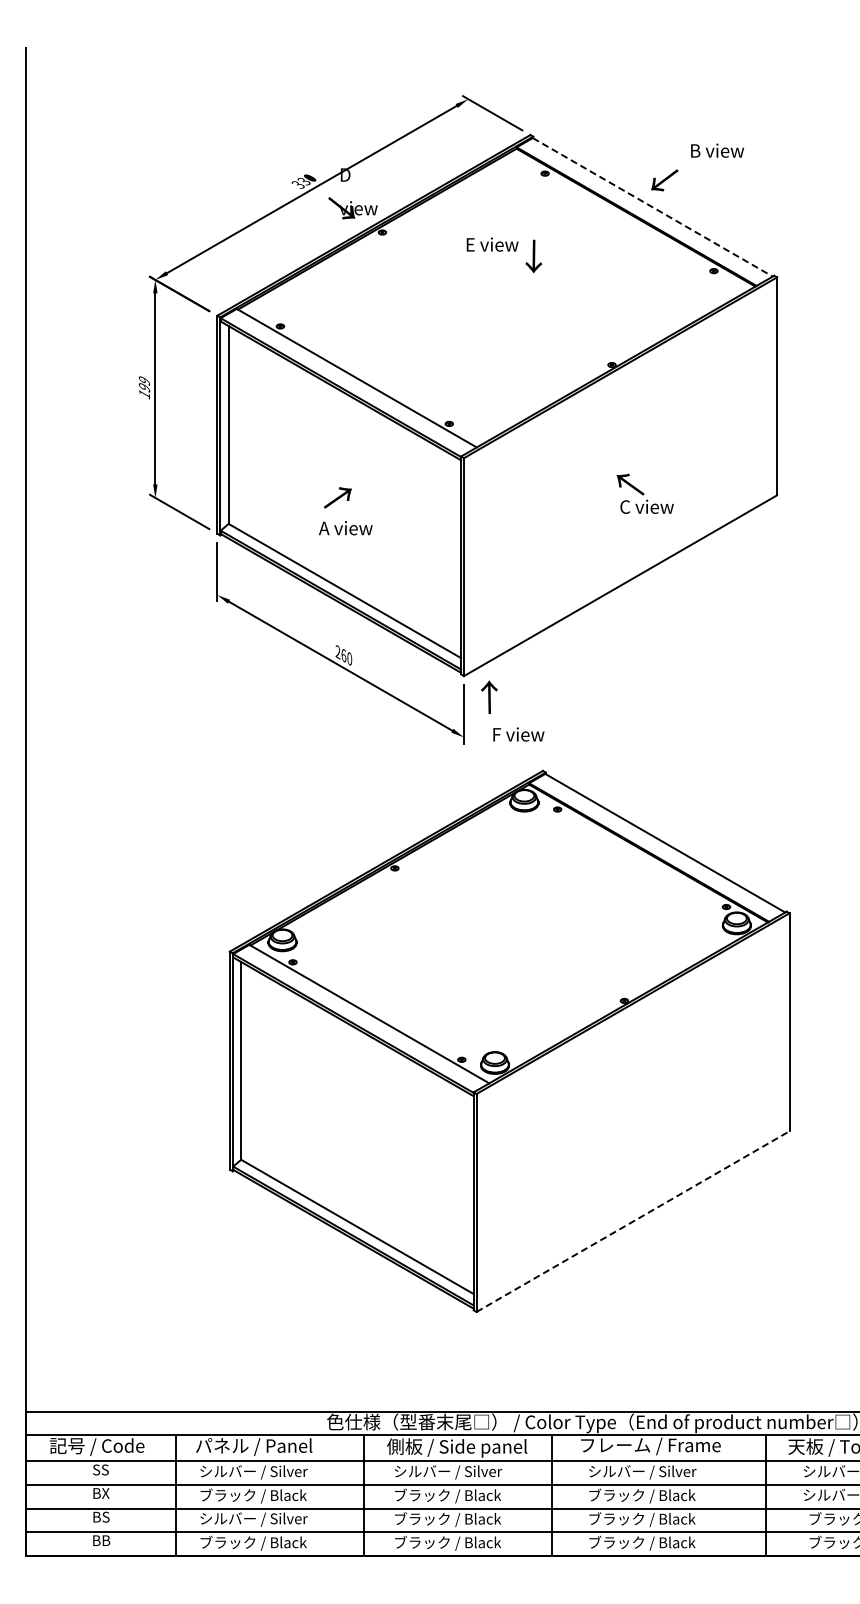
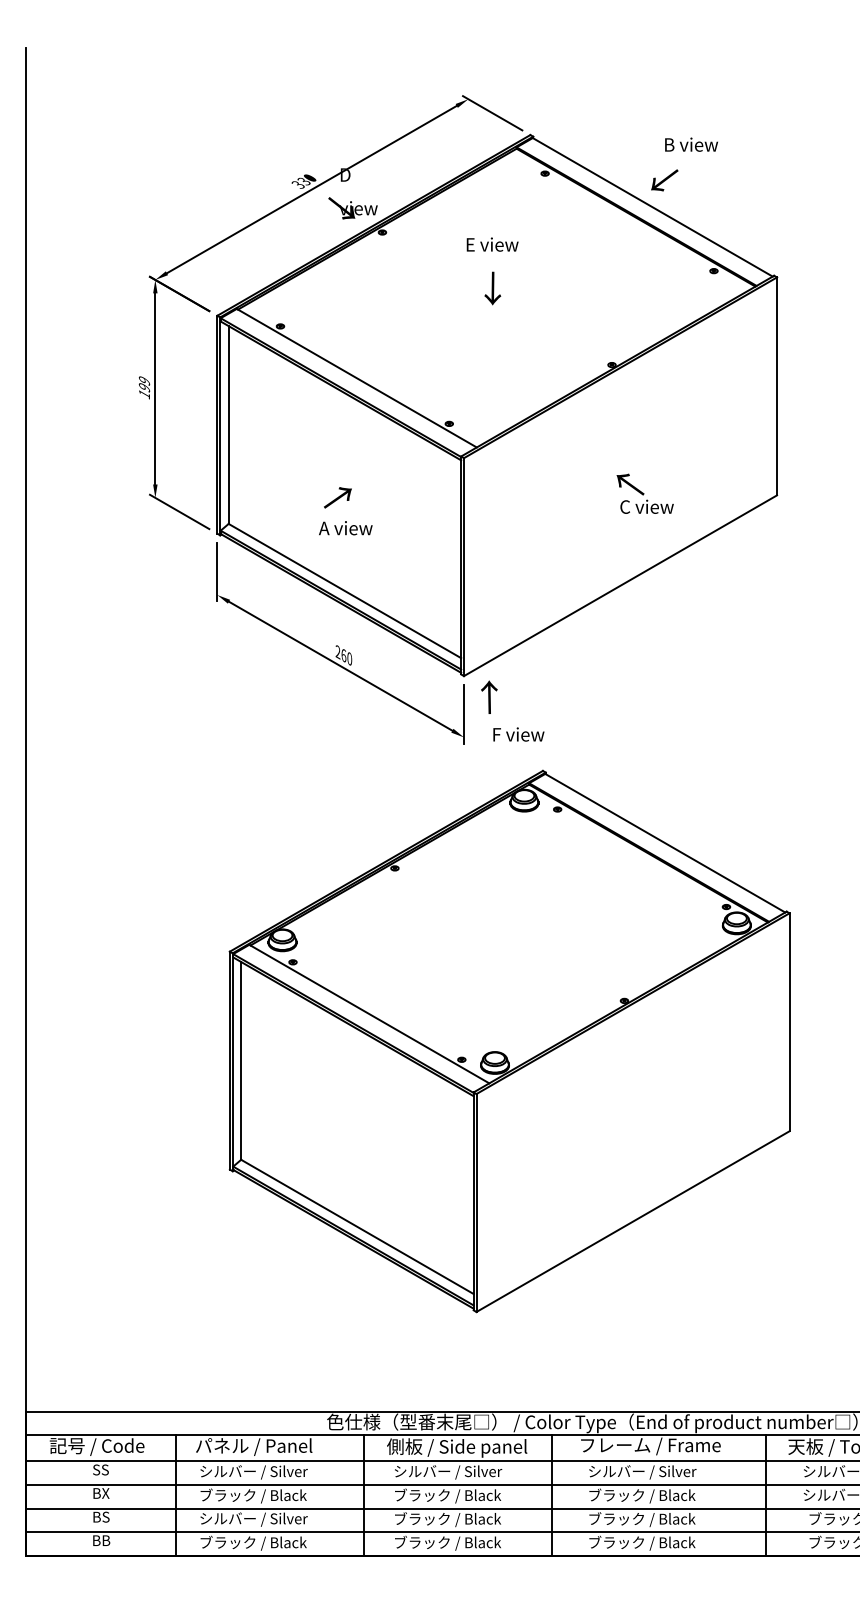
text at (717, 150) position: (717, 150) -> (691, 144)
line at (652, 207): dashed -> solid
text at (533, 256) position: (533, 256) -> (492, 288)
line at (633, 1221): dashed -> solid
